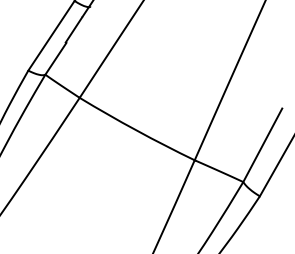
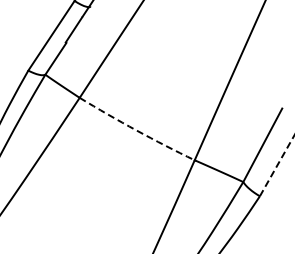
arc at (136, 130): solid -> dashed
line at (277, 165): solid -> dashed
